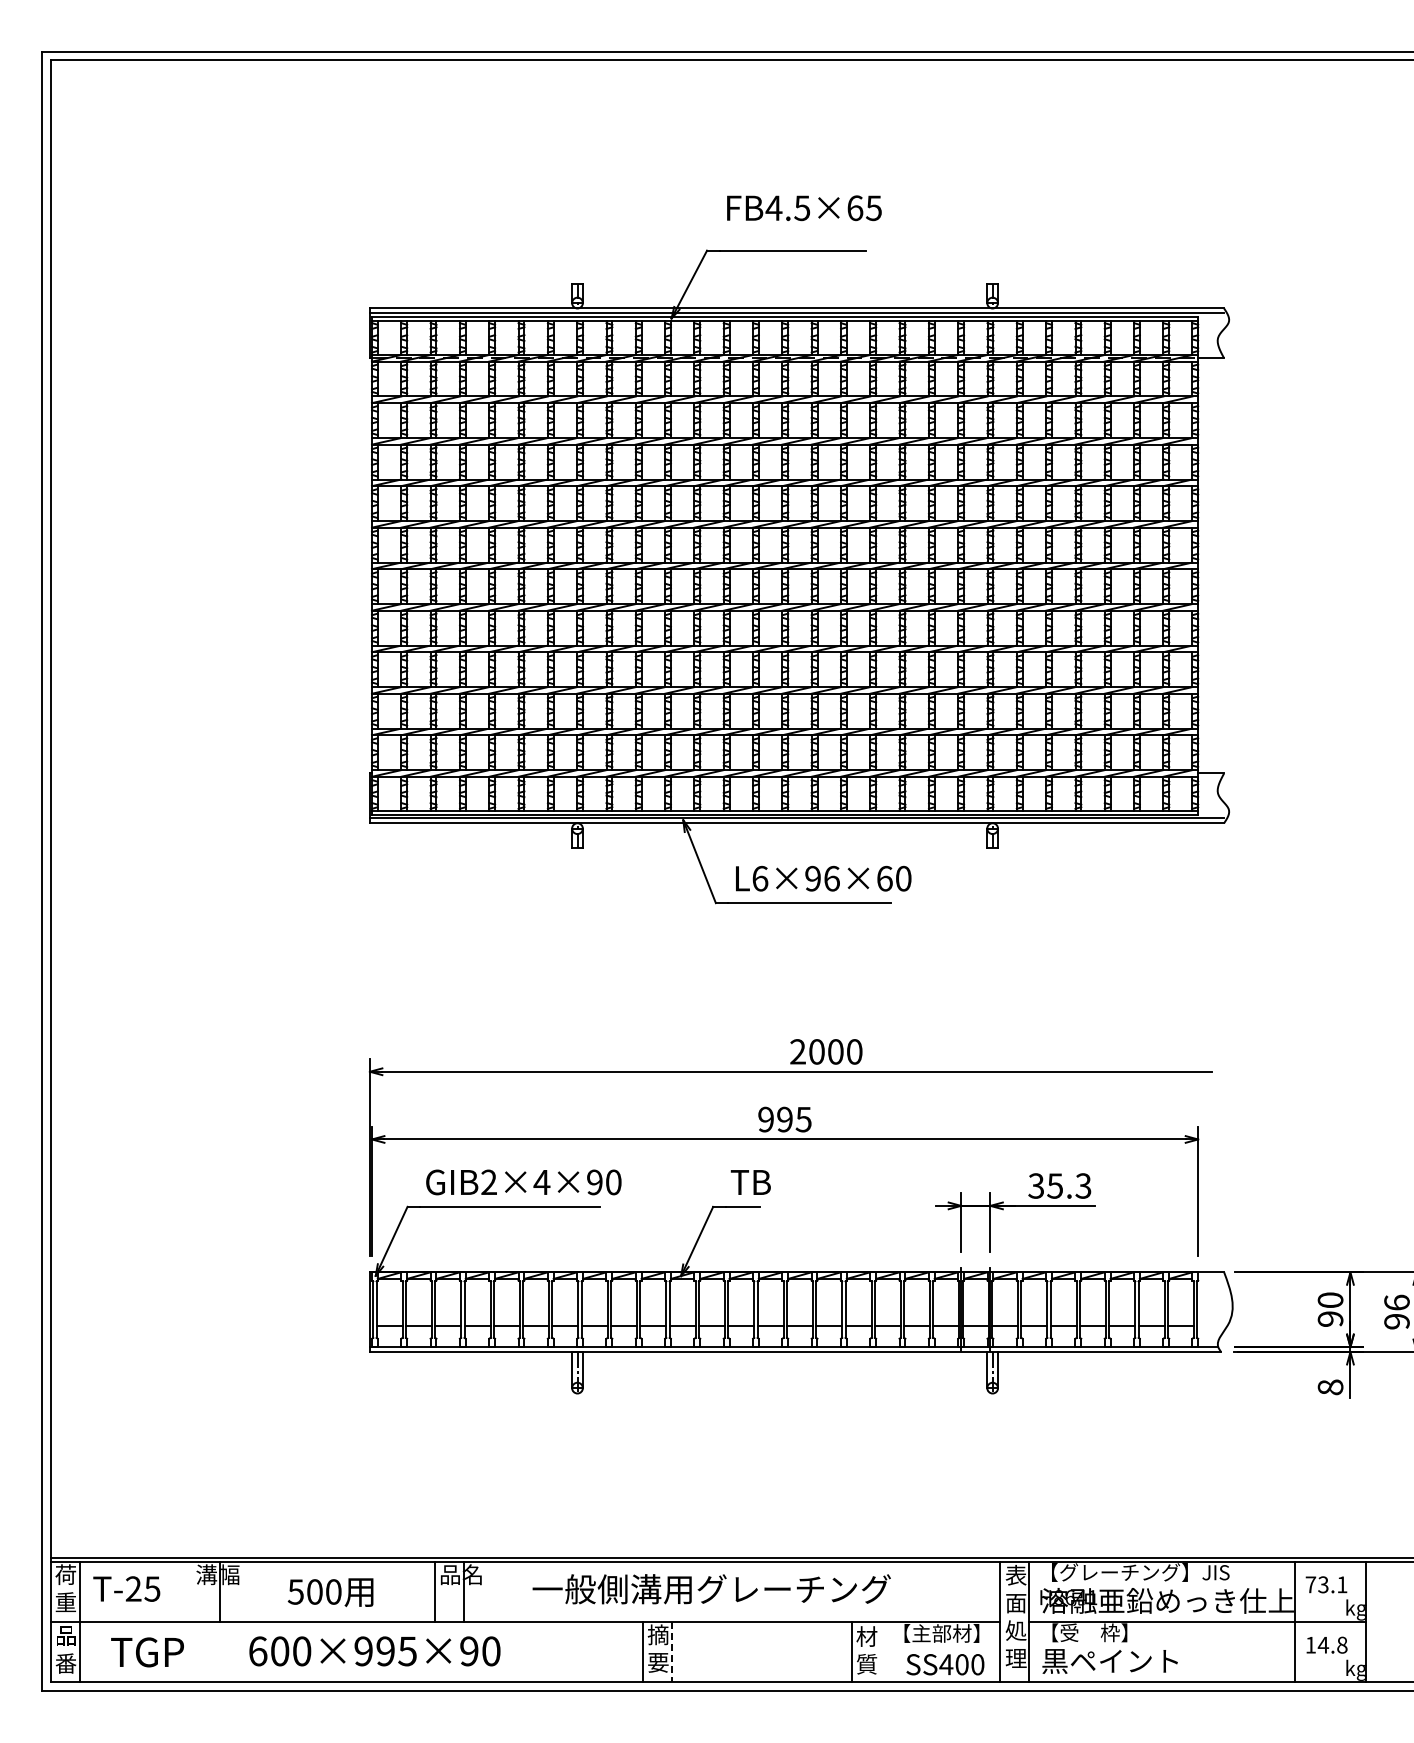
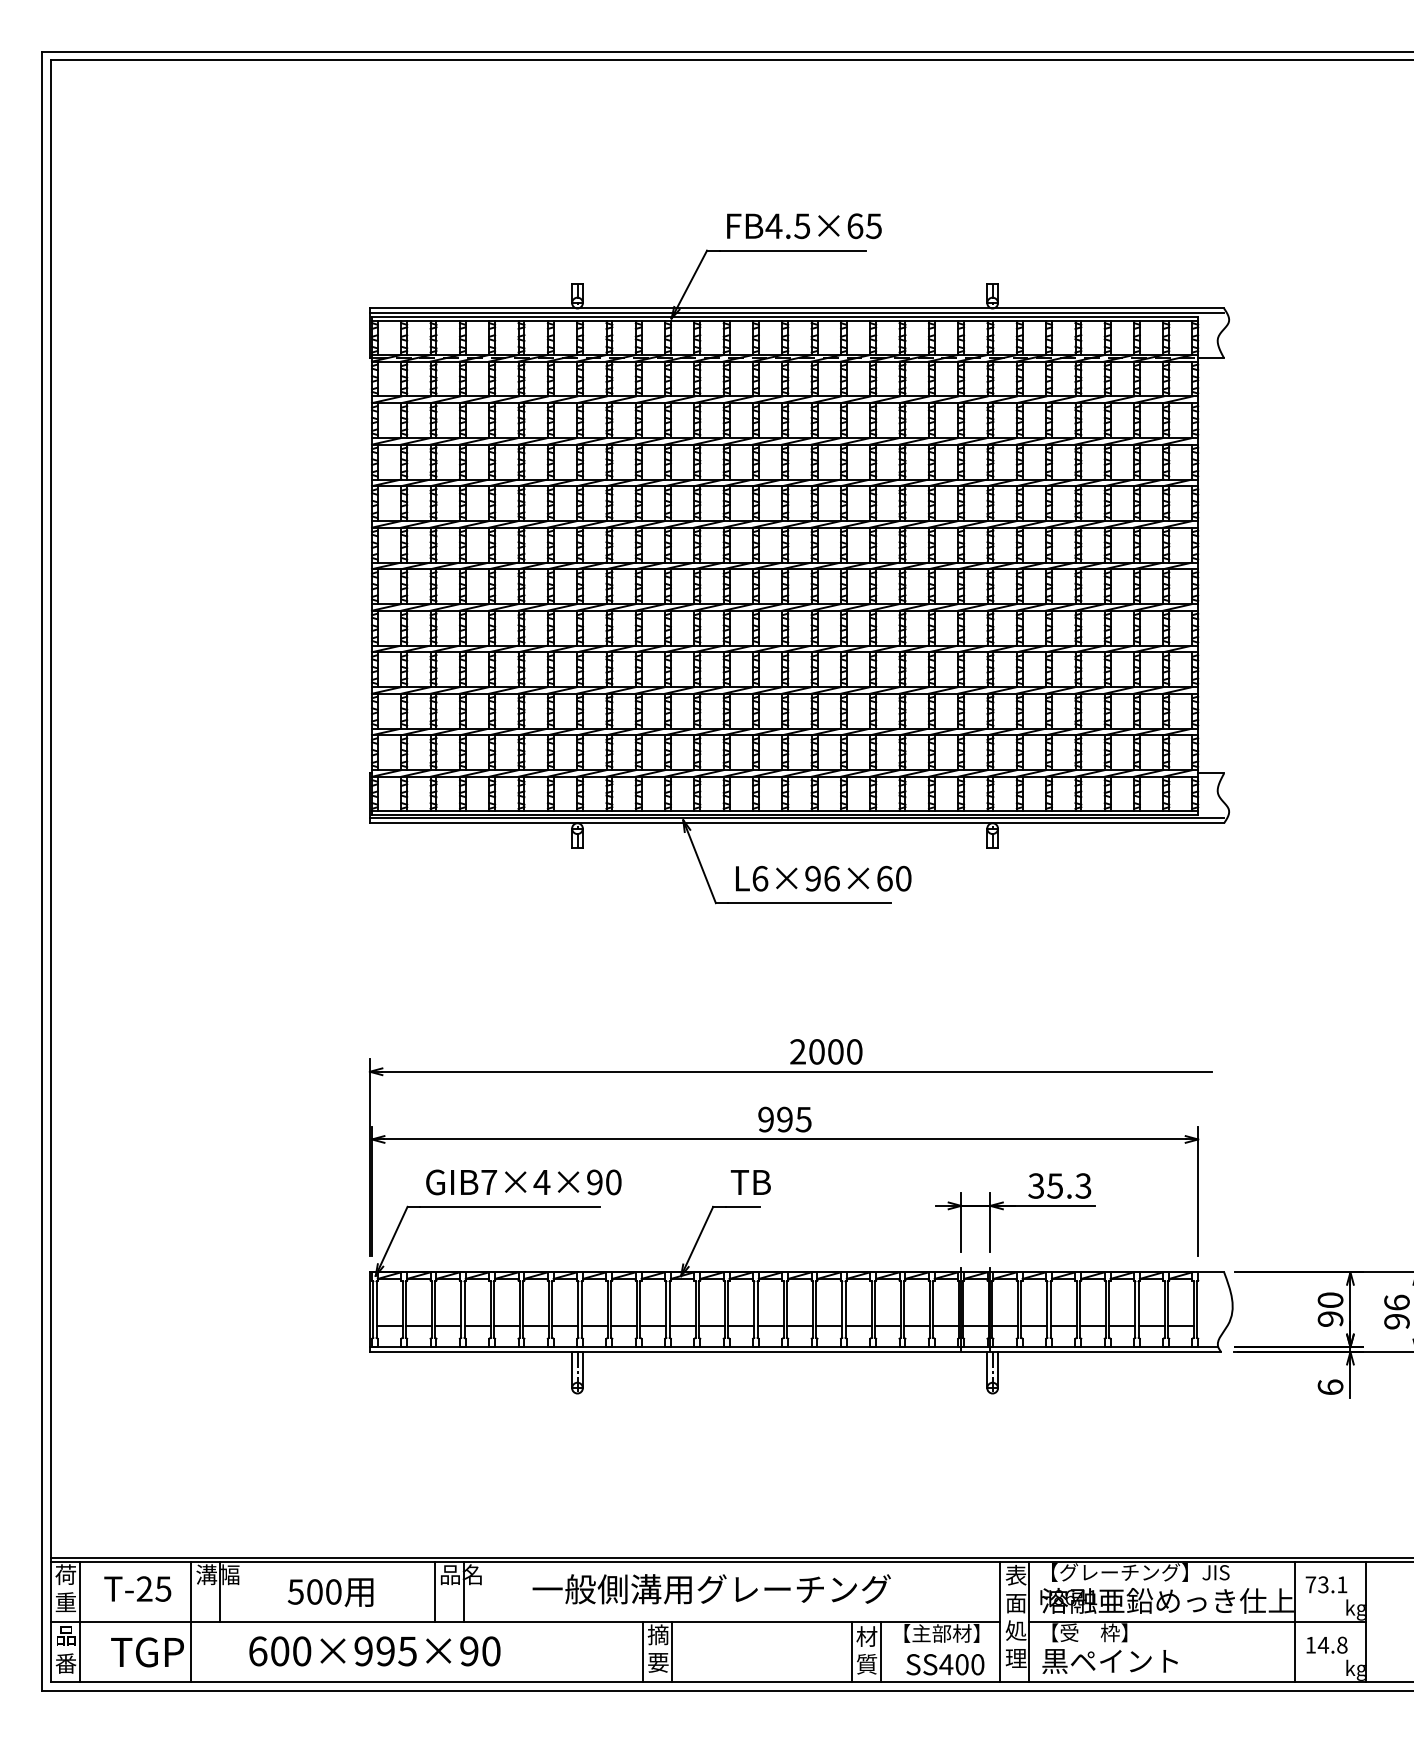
text at (804, 208) position: (804, 208) -> (804, 226)
text at (489, 1181): GIB2×4×90 -> GIB7×4×90
text at (1330, 1387): 8 -> 6
text at (126, 1588) position: (126, 1588) -> (137, 1588)
line at (190, 1621): none -> present
line at (672, 1652): dashed -> solid
line at (880, 1652): none -> present
